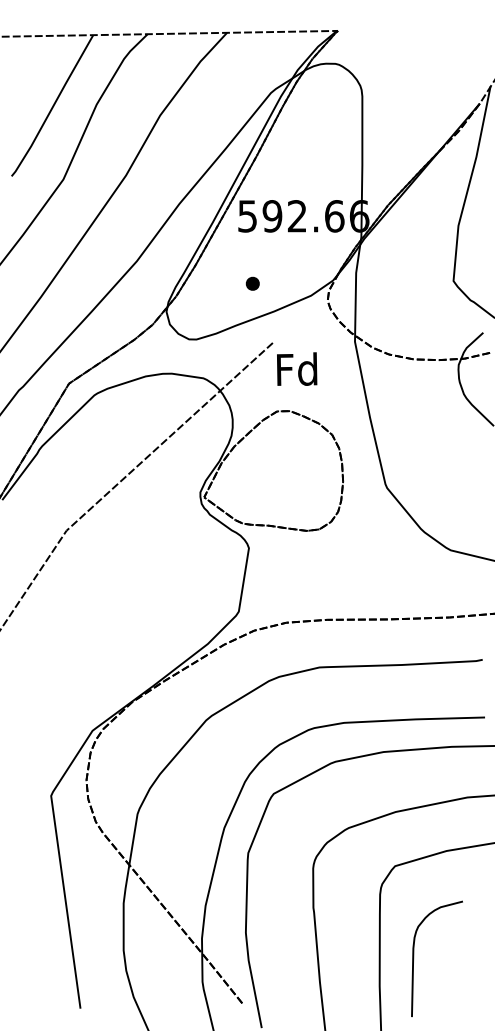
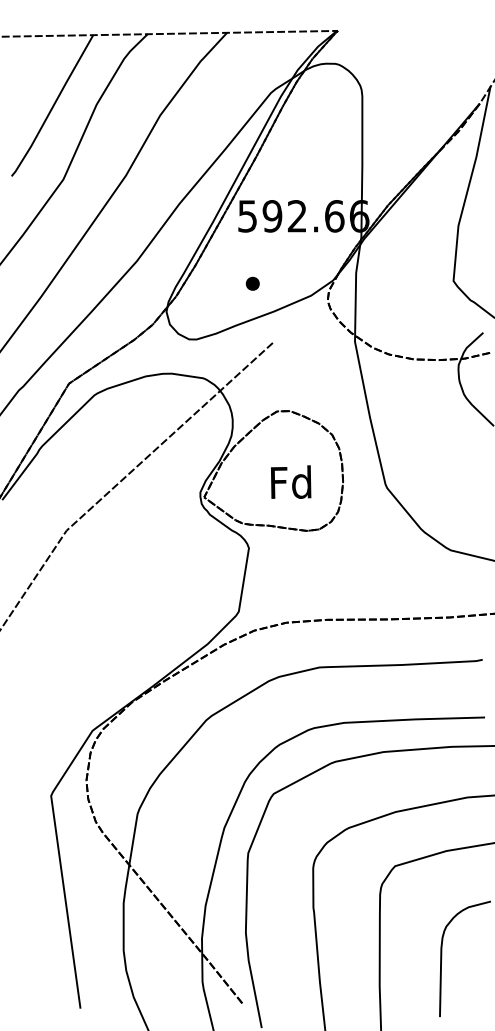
text at (297, 368) position: (297, 368) -> (291, 481)
curve at (414, 958) position: (414, 958) -> (442, 958)
